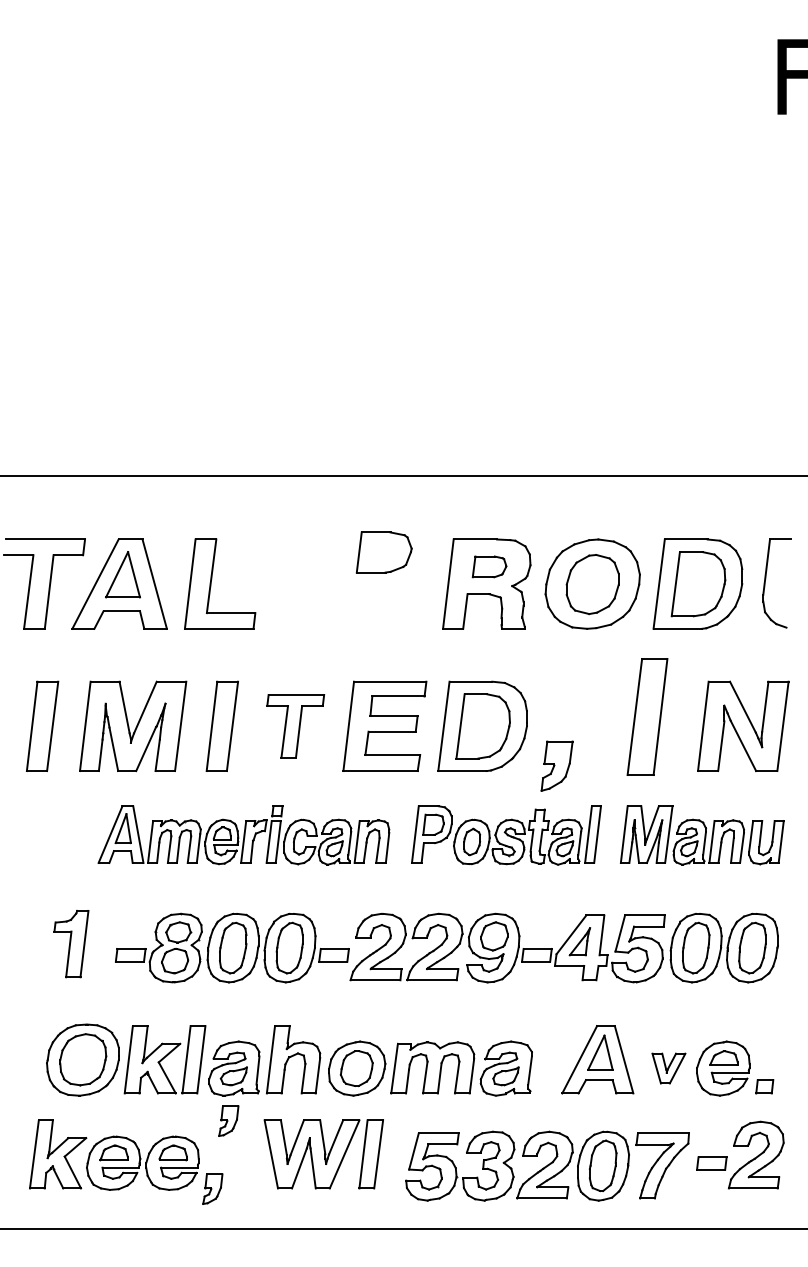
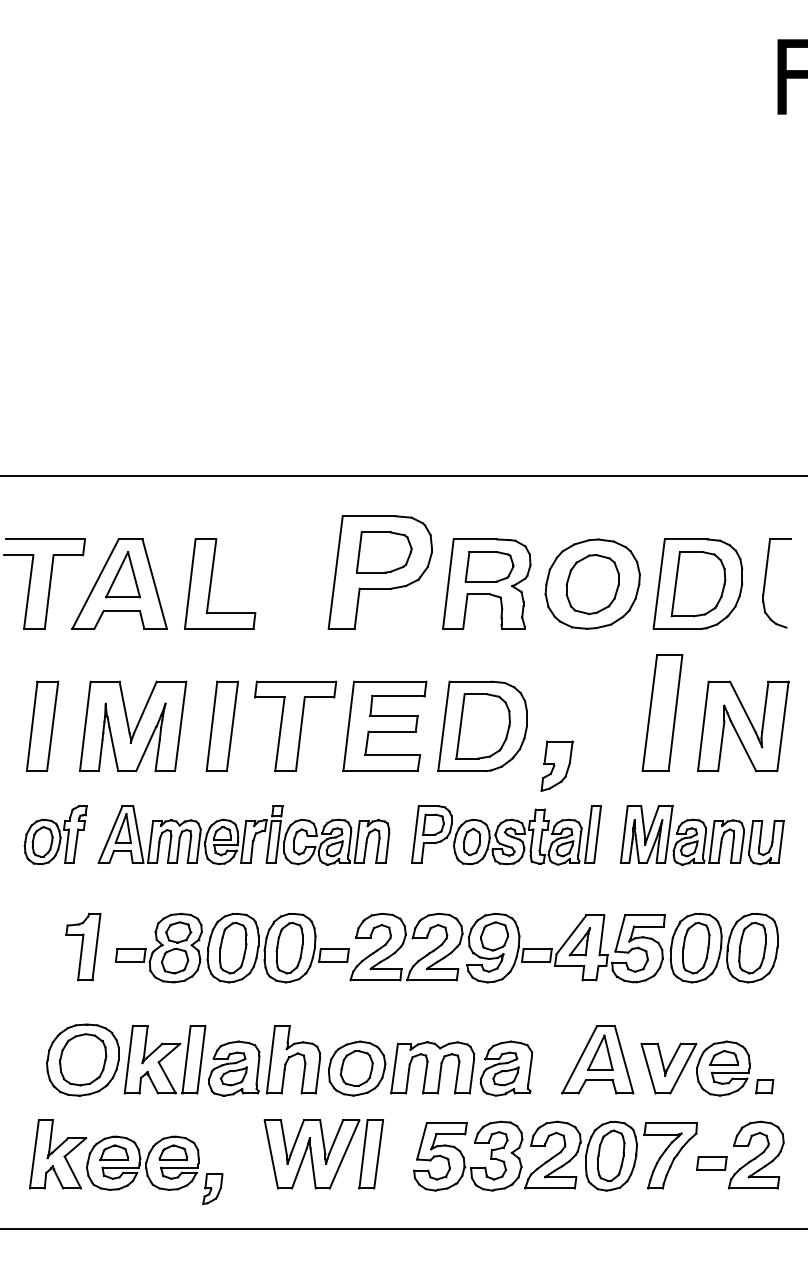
part at (489, 566) size: 37x24 px -> 51x32 px
part at (379, 572): none -> present
part at (647, 716) position: (647, 716) -> (662, 712)
part at (295, 726) size: 60x65 px -> 84x92 px
part at (55, 834): none -> present
part at (71, 944) position: (71, 944) -> (83, 947)
part at (668, 1068) size: 36x33 px -> 58x53 px
part at (228, 1120): present -> none
part at (547, 1165) position: (547, 1165) -> (555, 1155)
